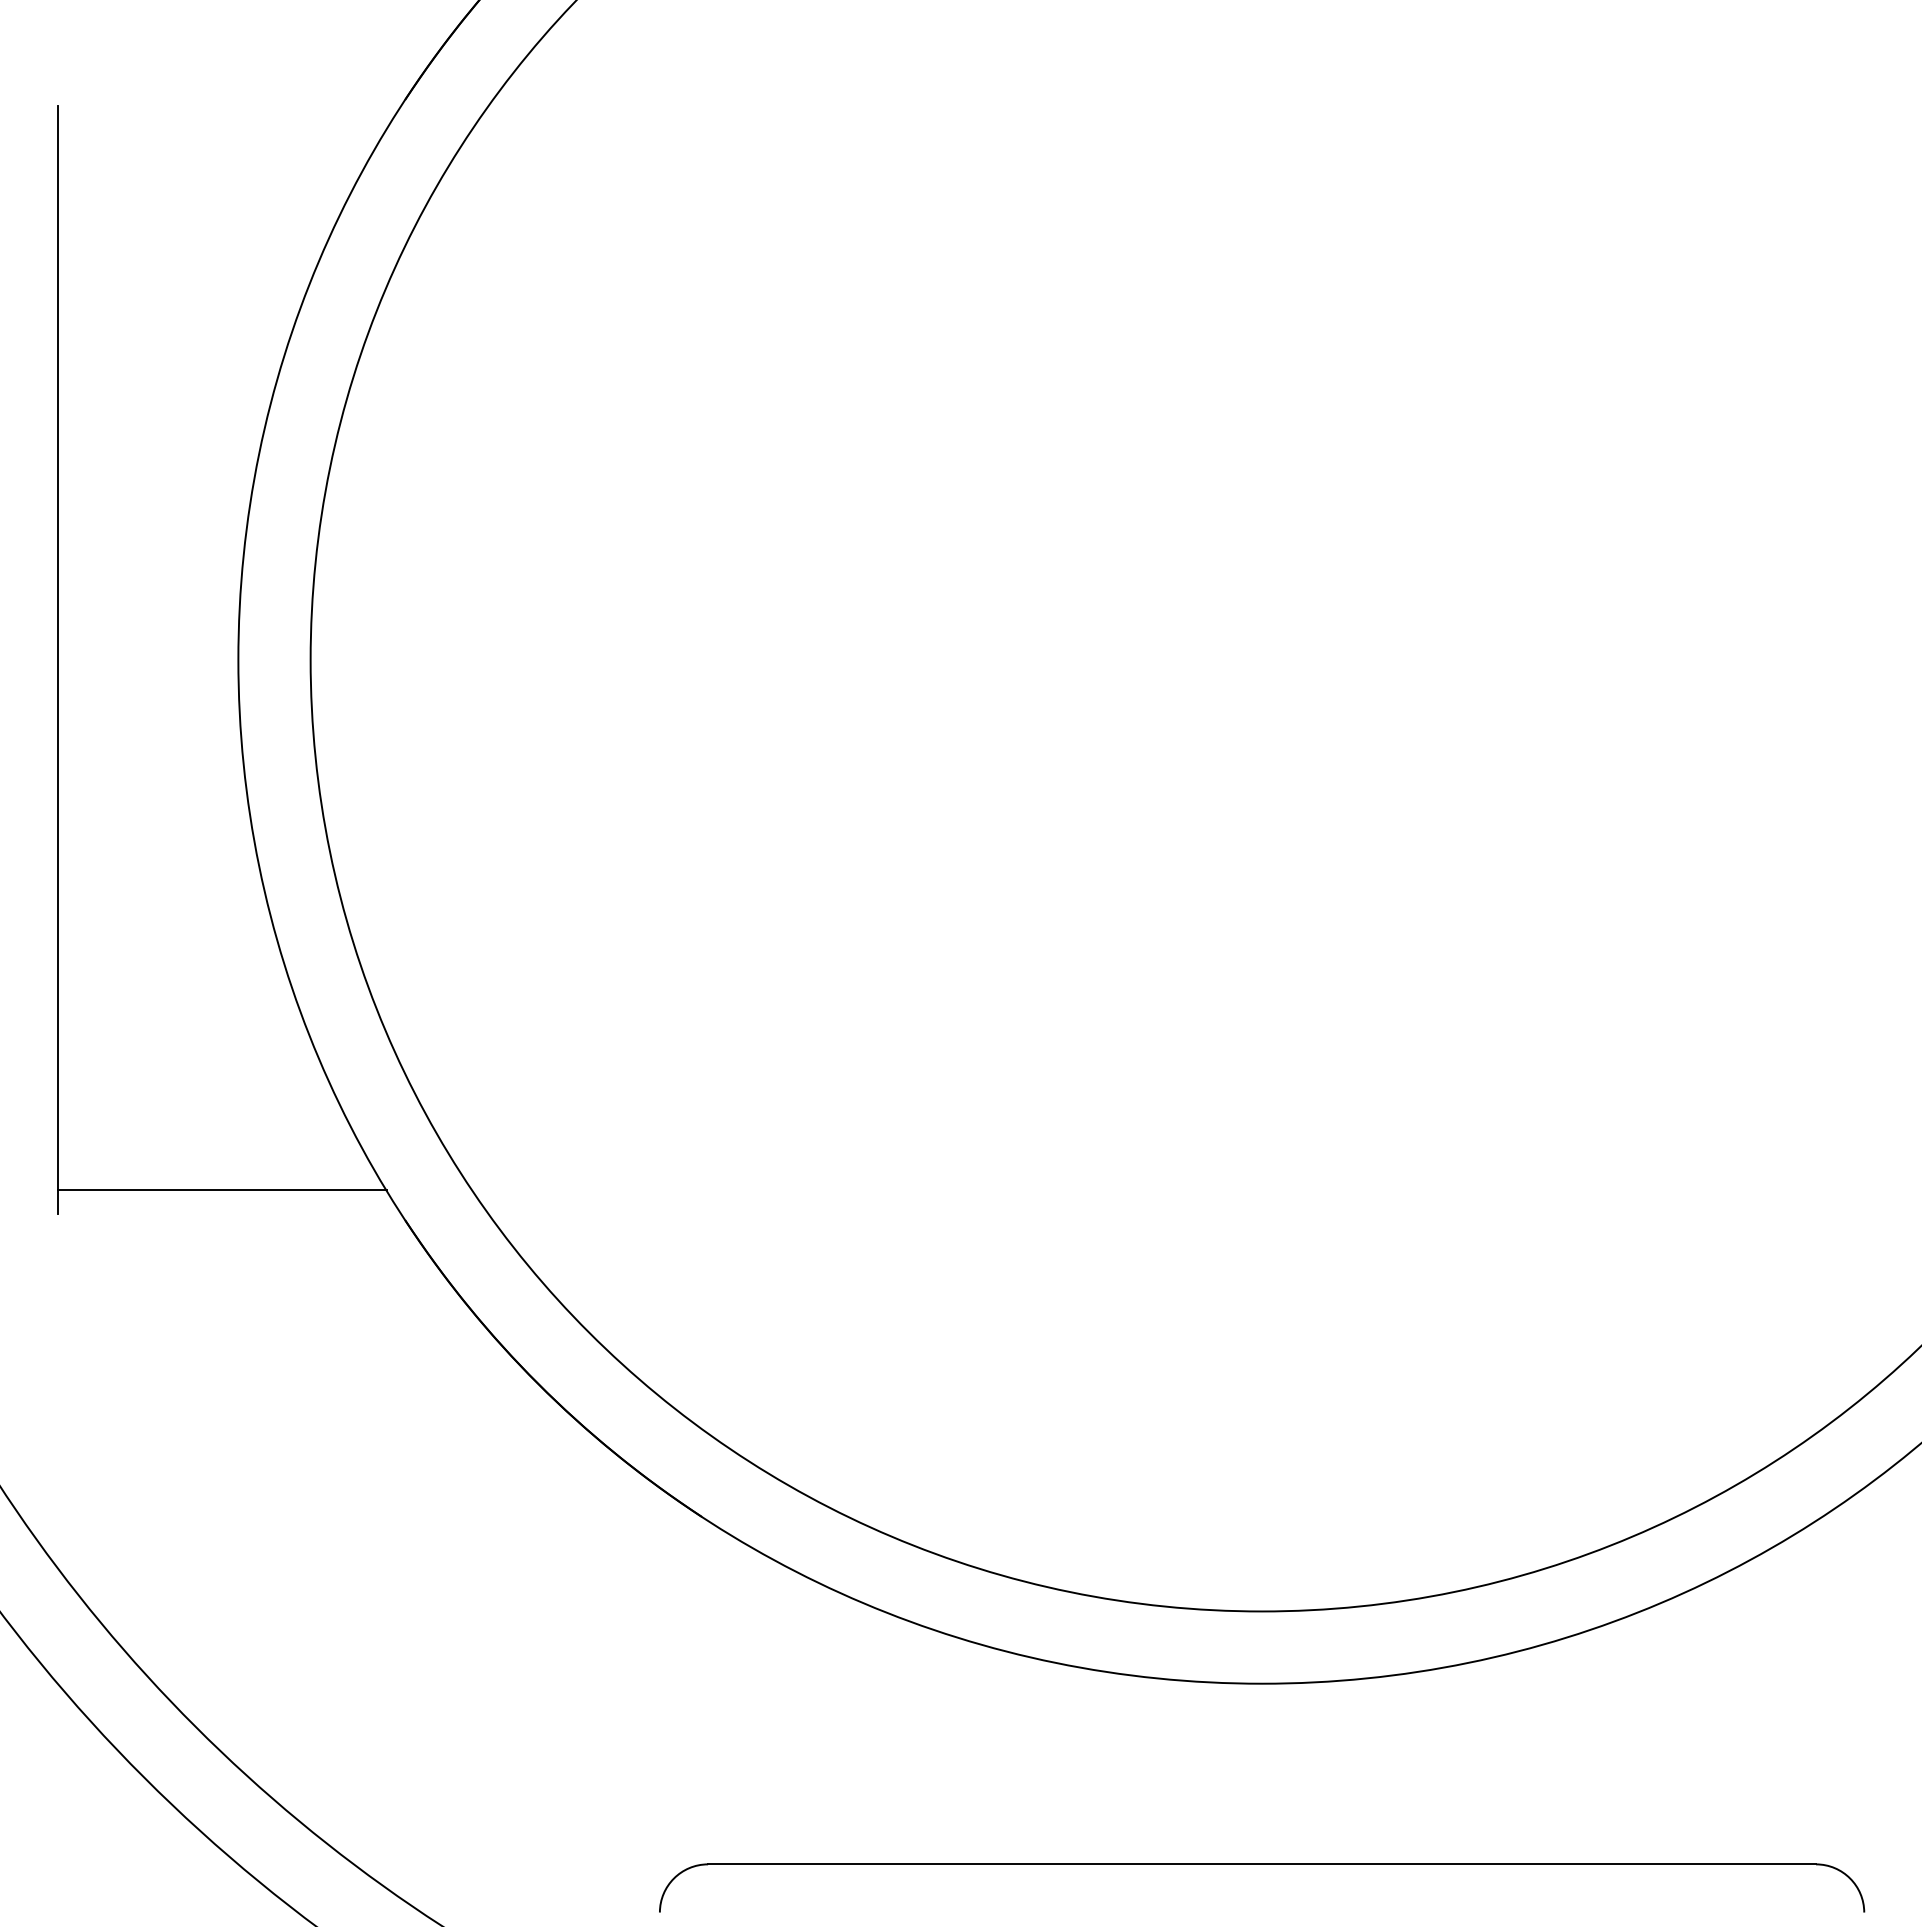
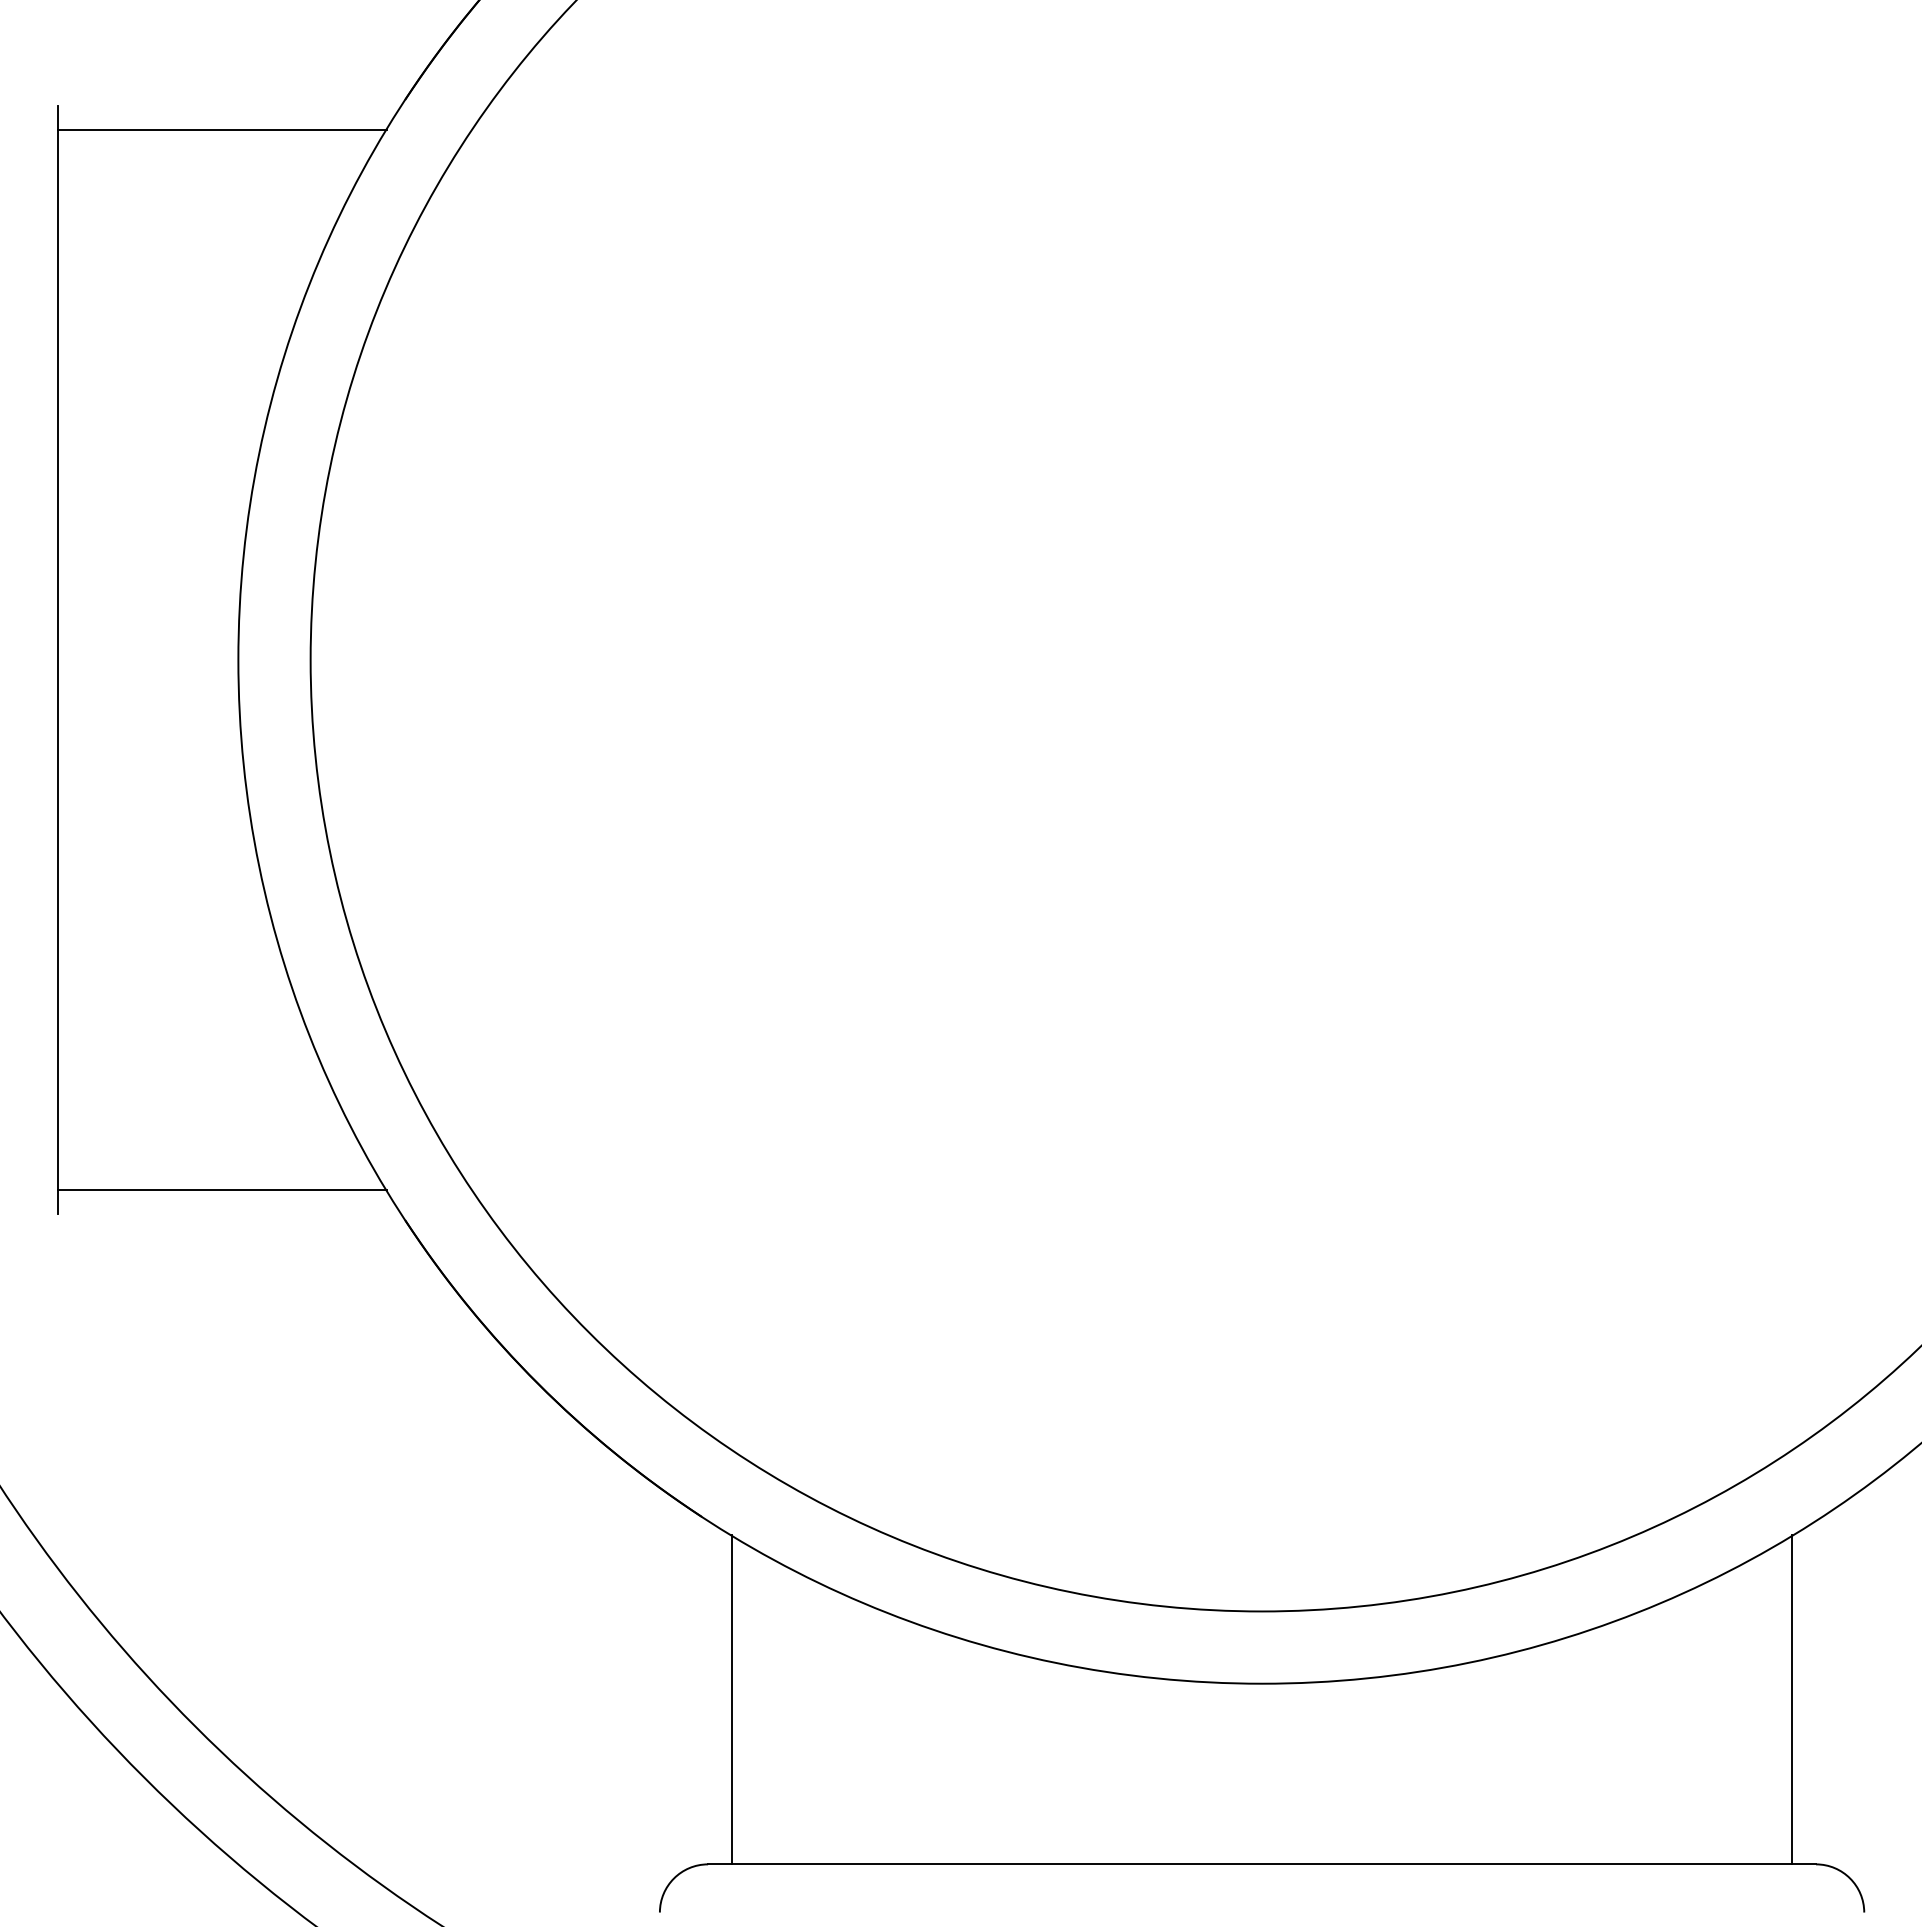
line at (221, 130): none -> present
line at (732, 1699): none -> present
line at (1791, 1699): none -> present
